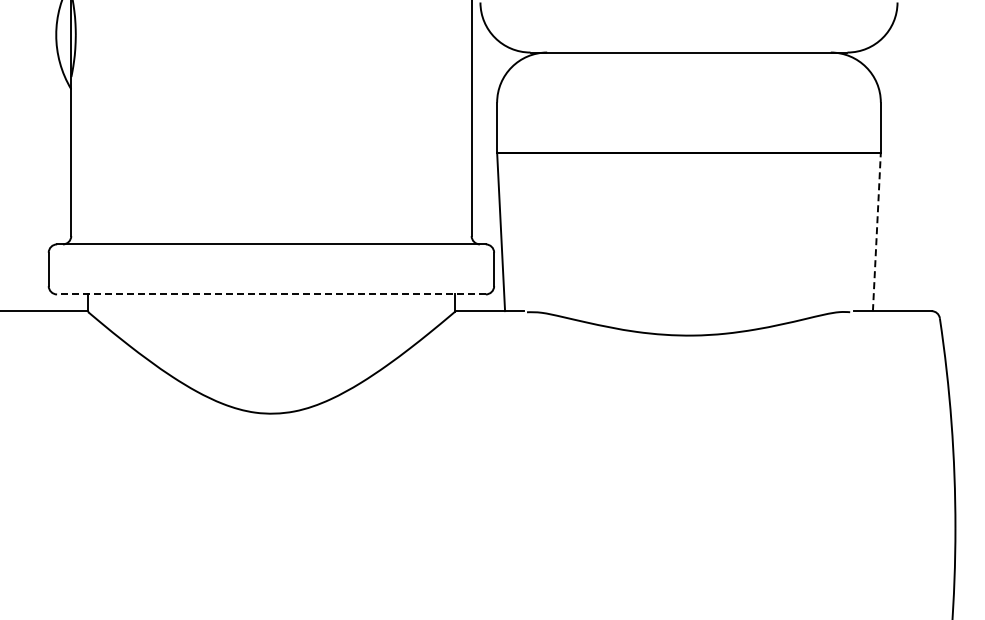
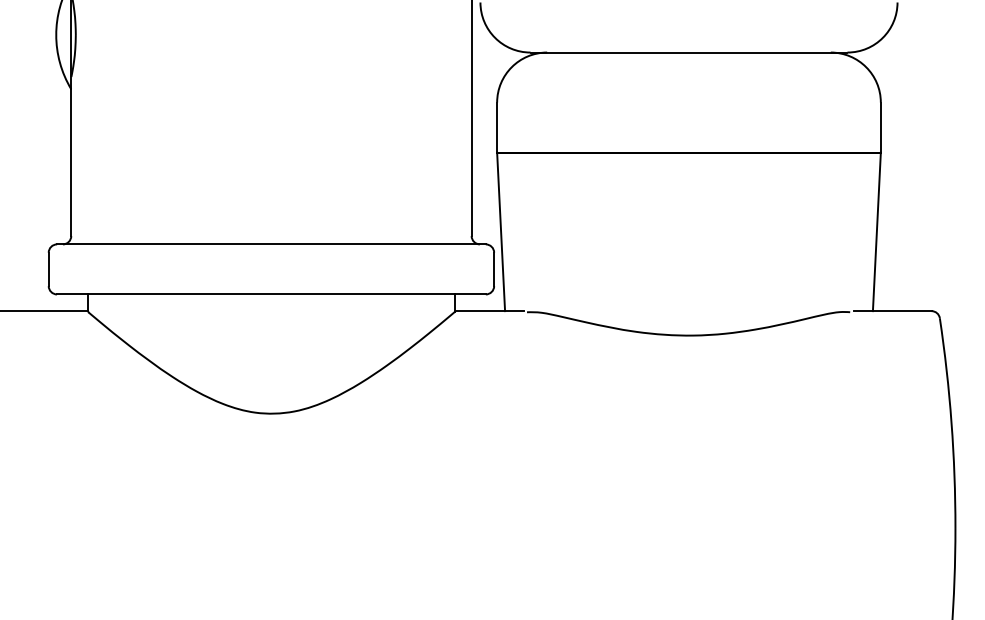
line at (876, 231): dashed -> solid
line at (270, 294): dashed -> solid
